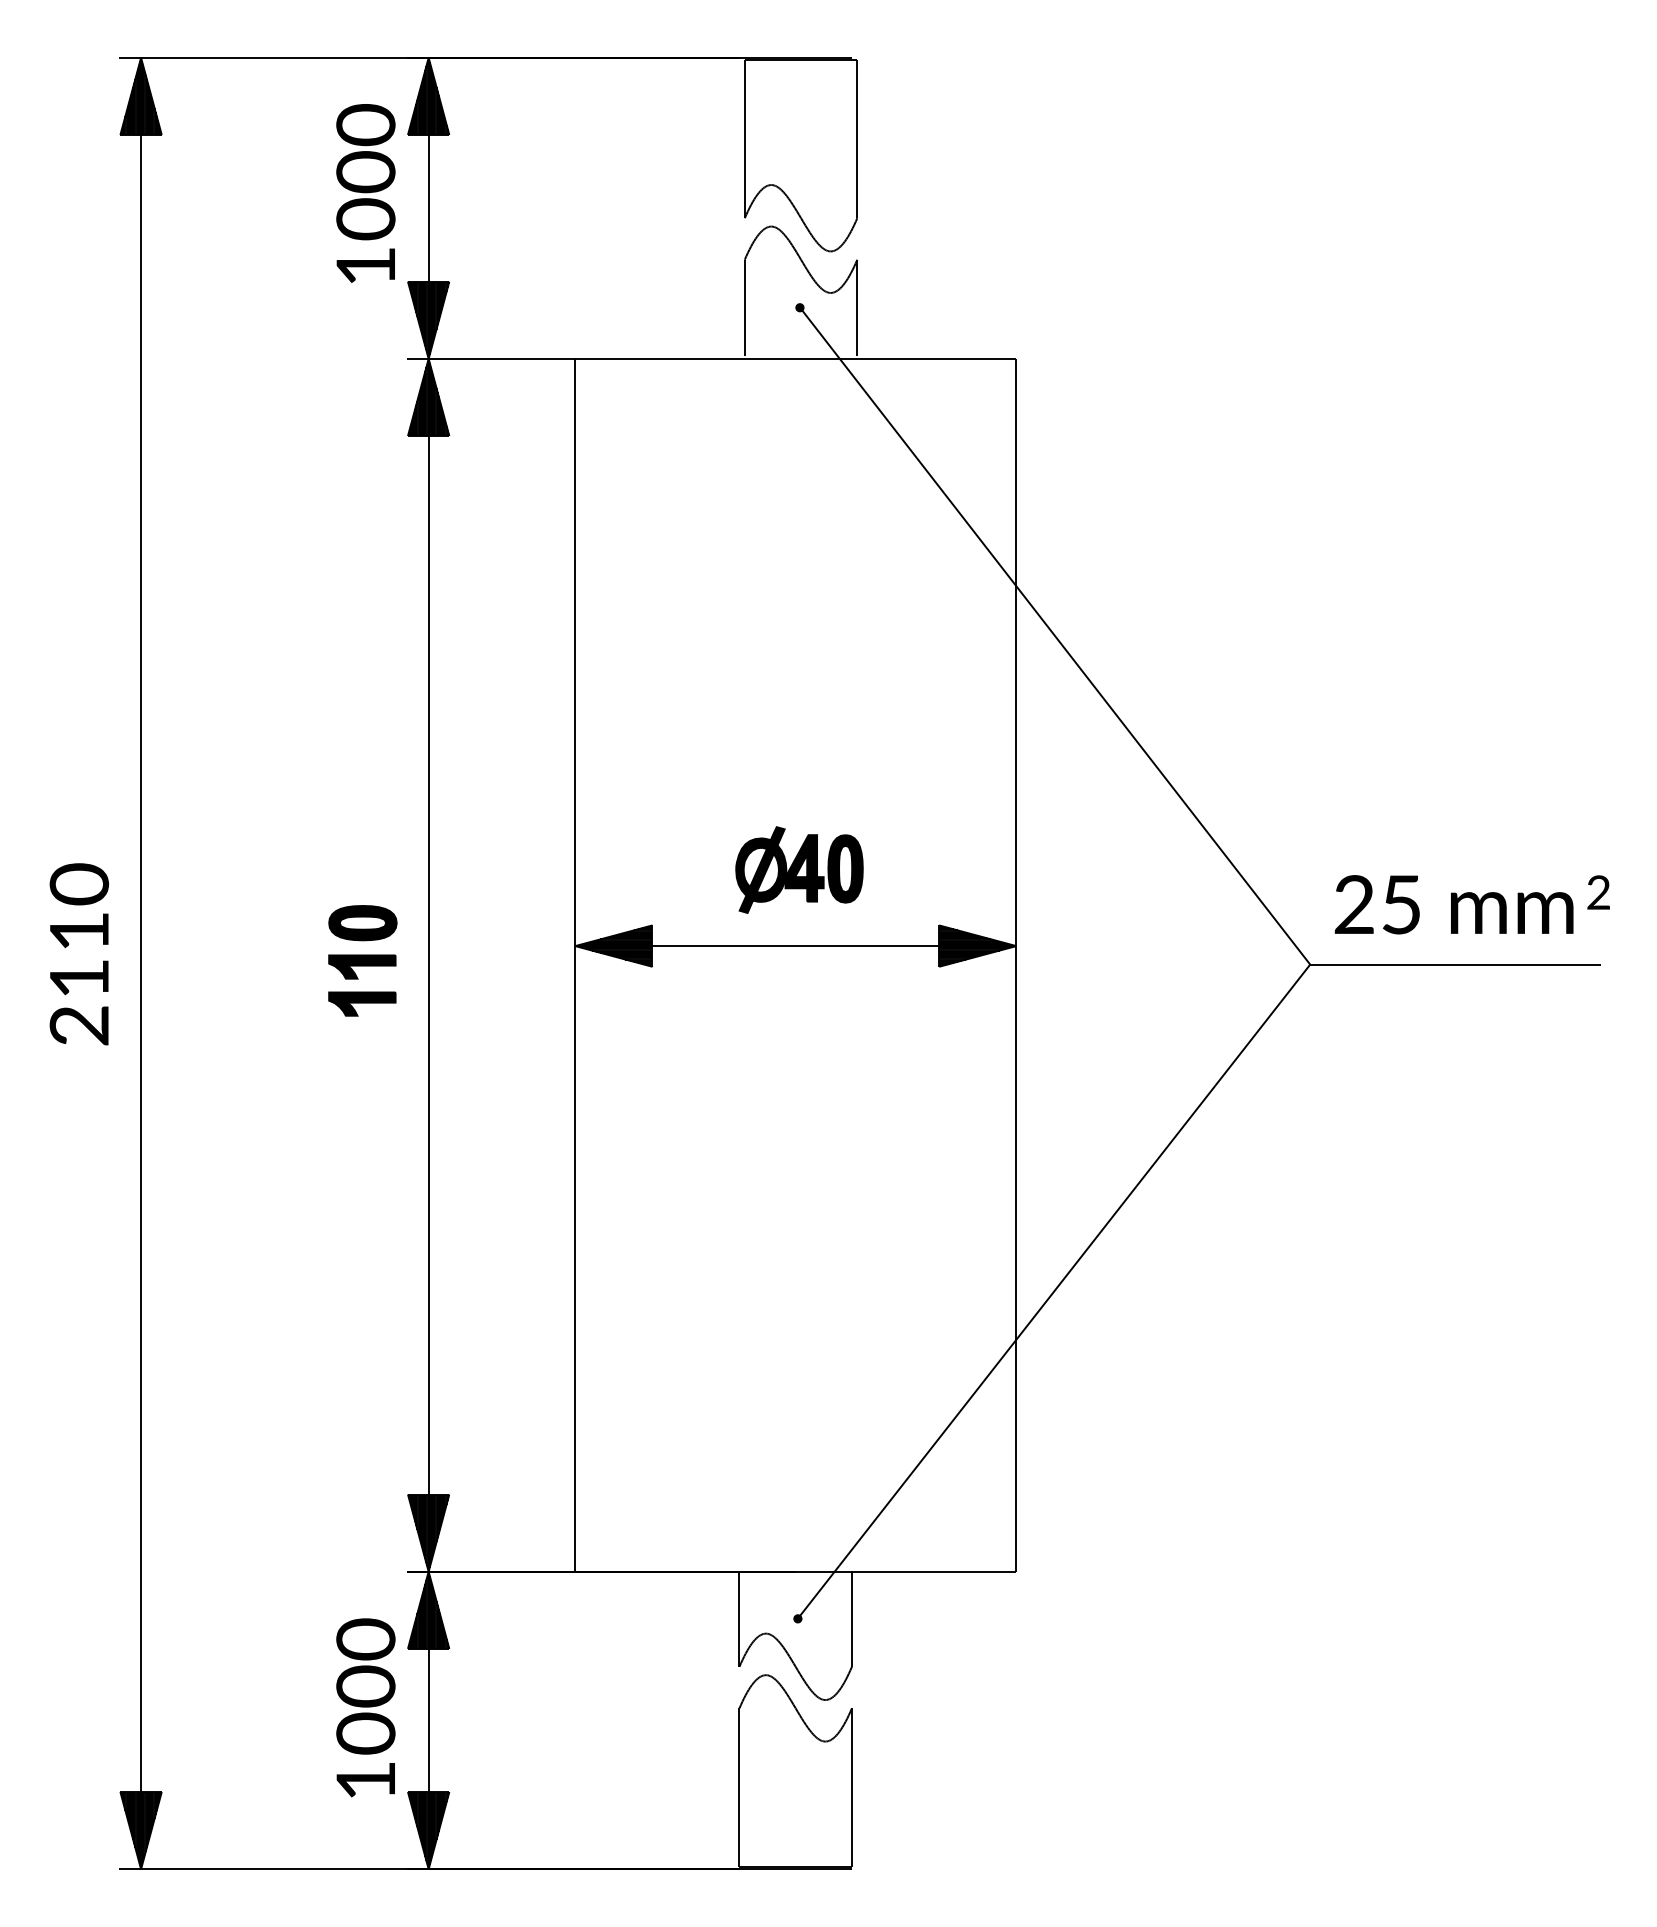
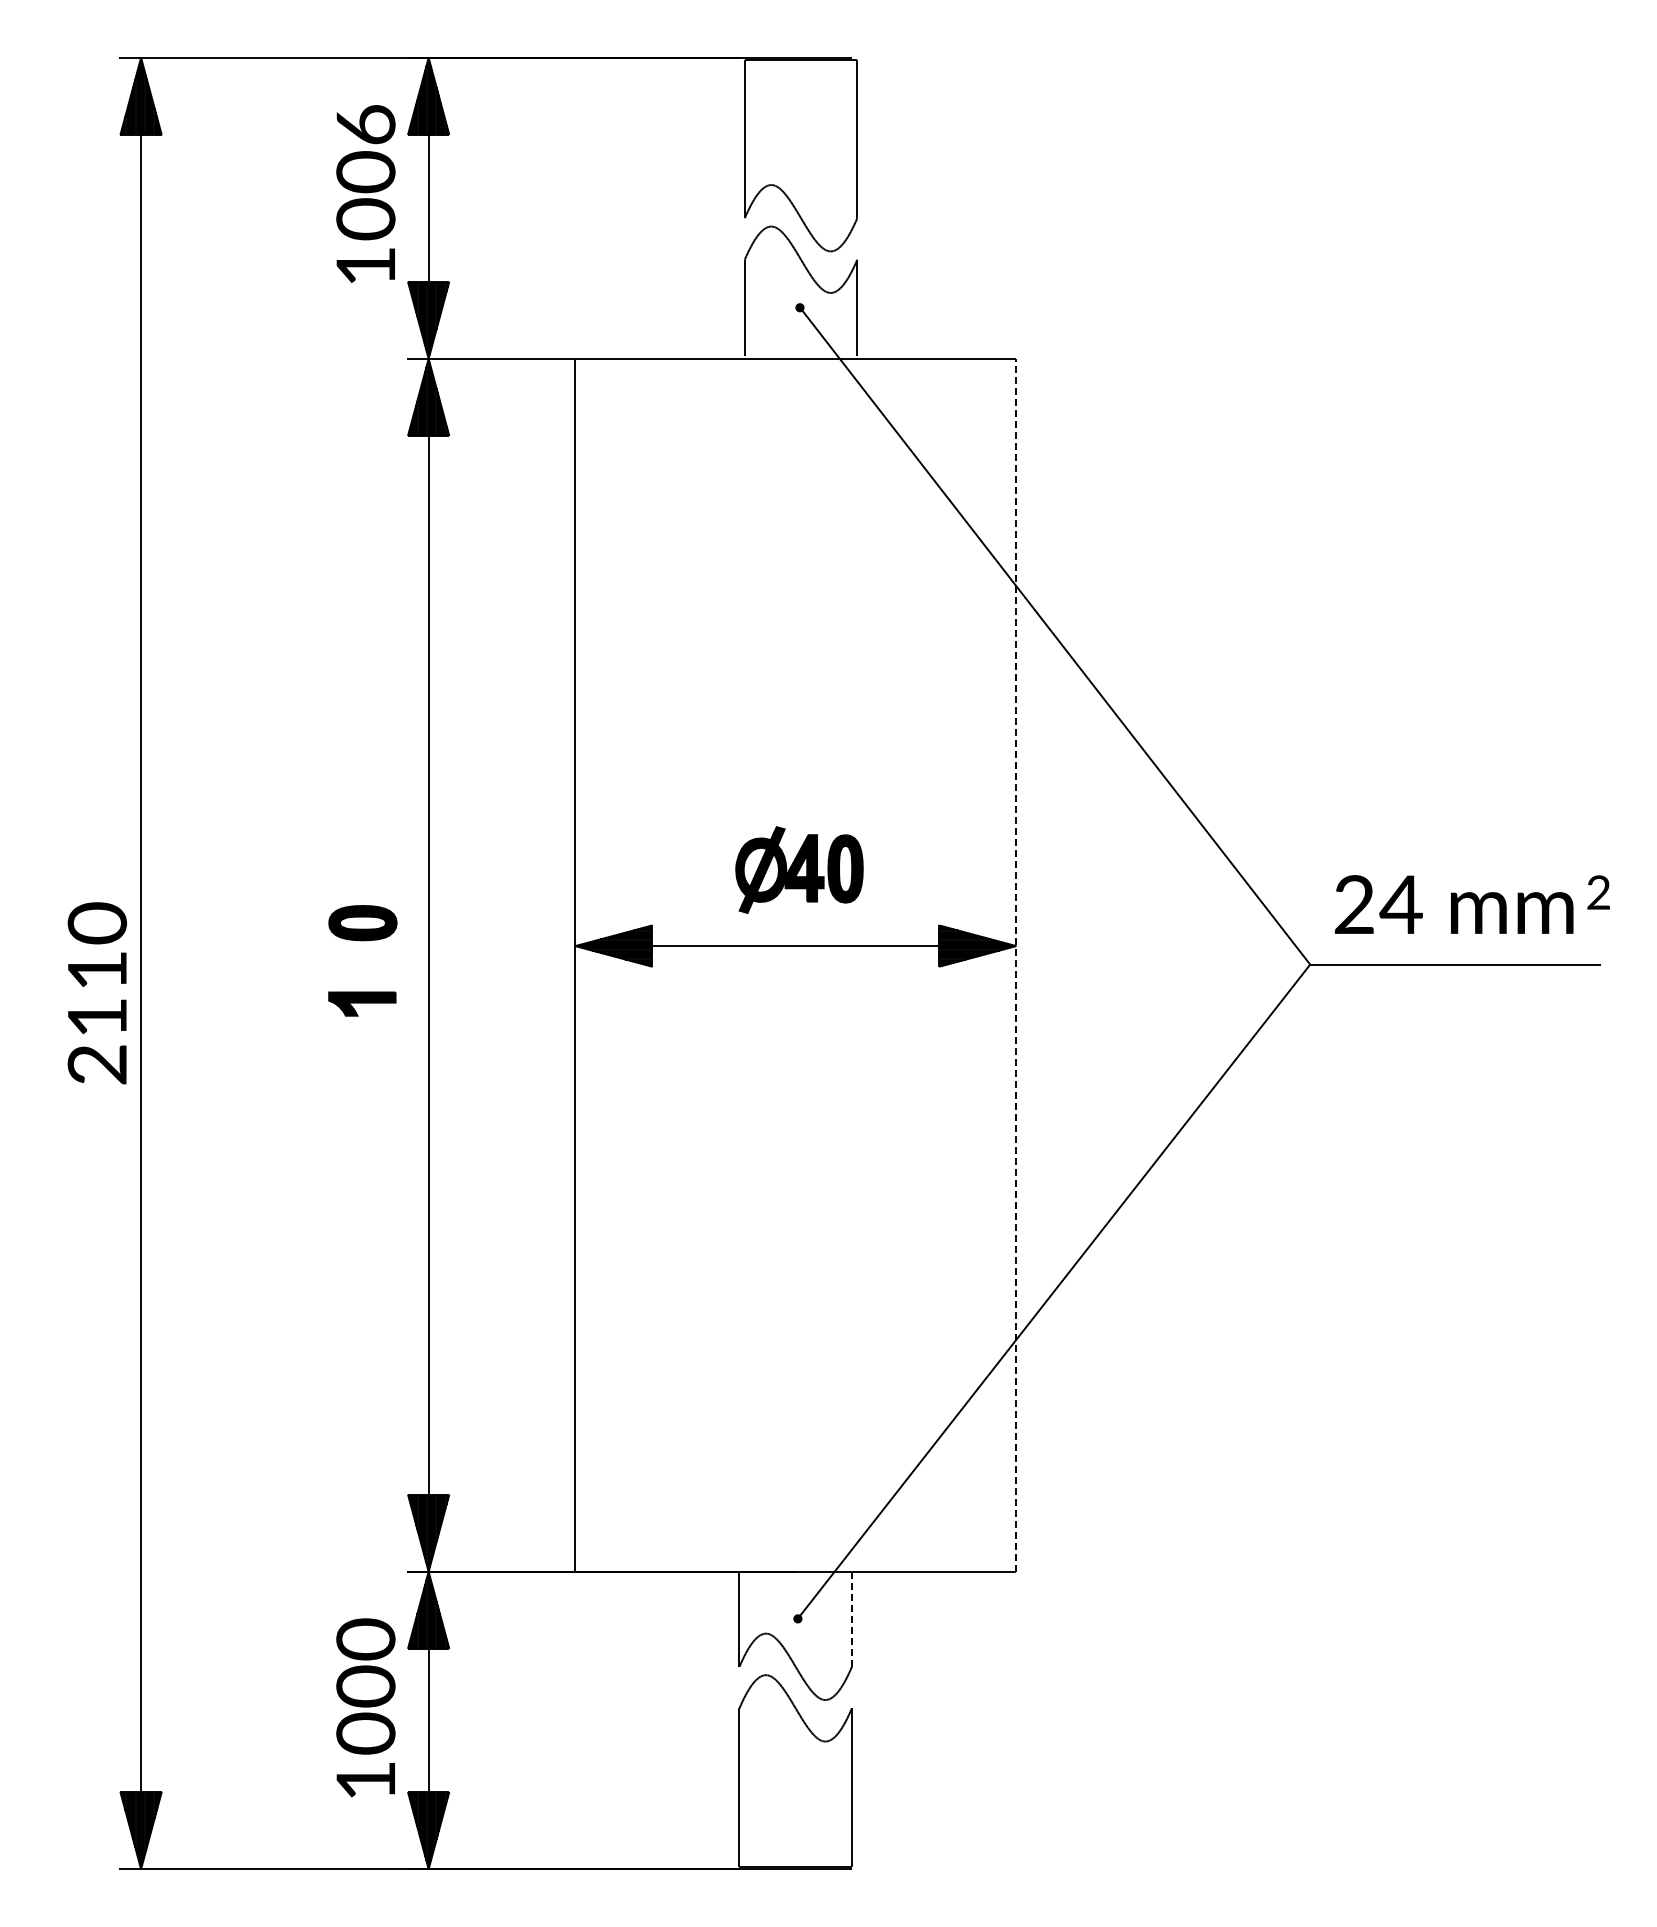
text at (365, 125): 1000 -> 1006
text at (1400, 904): 25 -> 24
text at (78, 954) position: (78, 954) -> (96, 993)
line at (1016, 964): solid -> dashed
part at (362, 966): present -> none
line at (851, 1618): solid -> dashed
